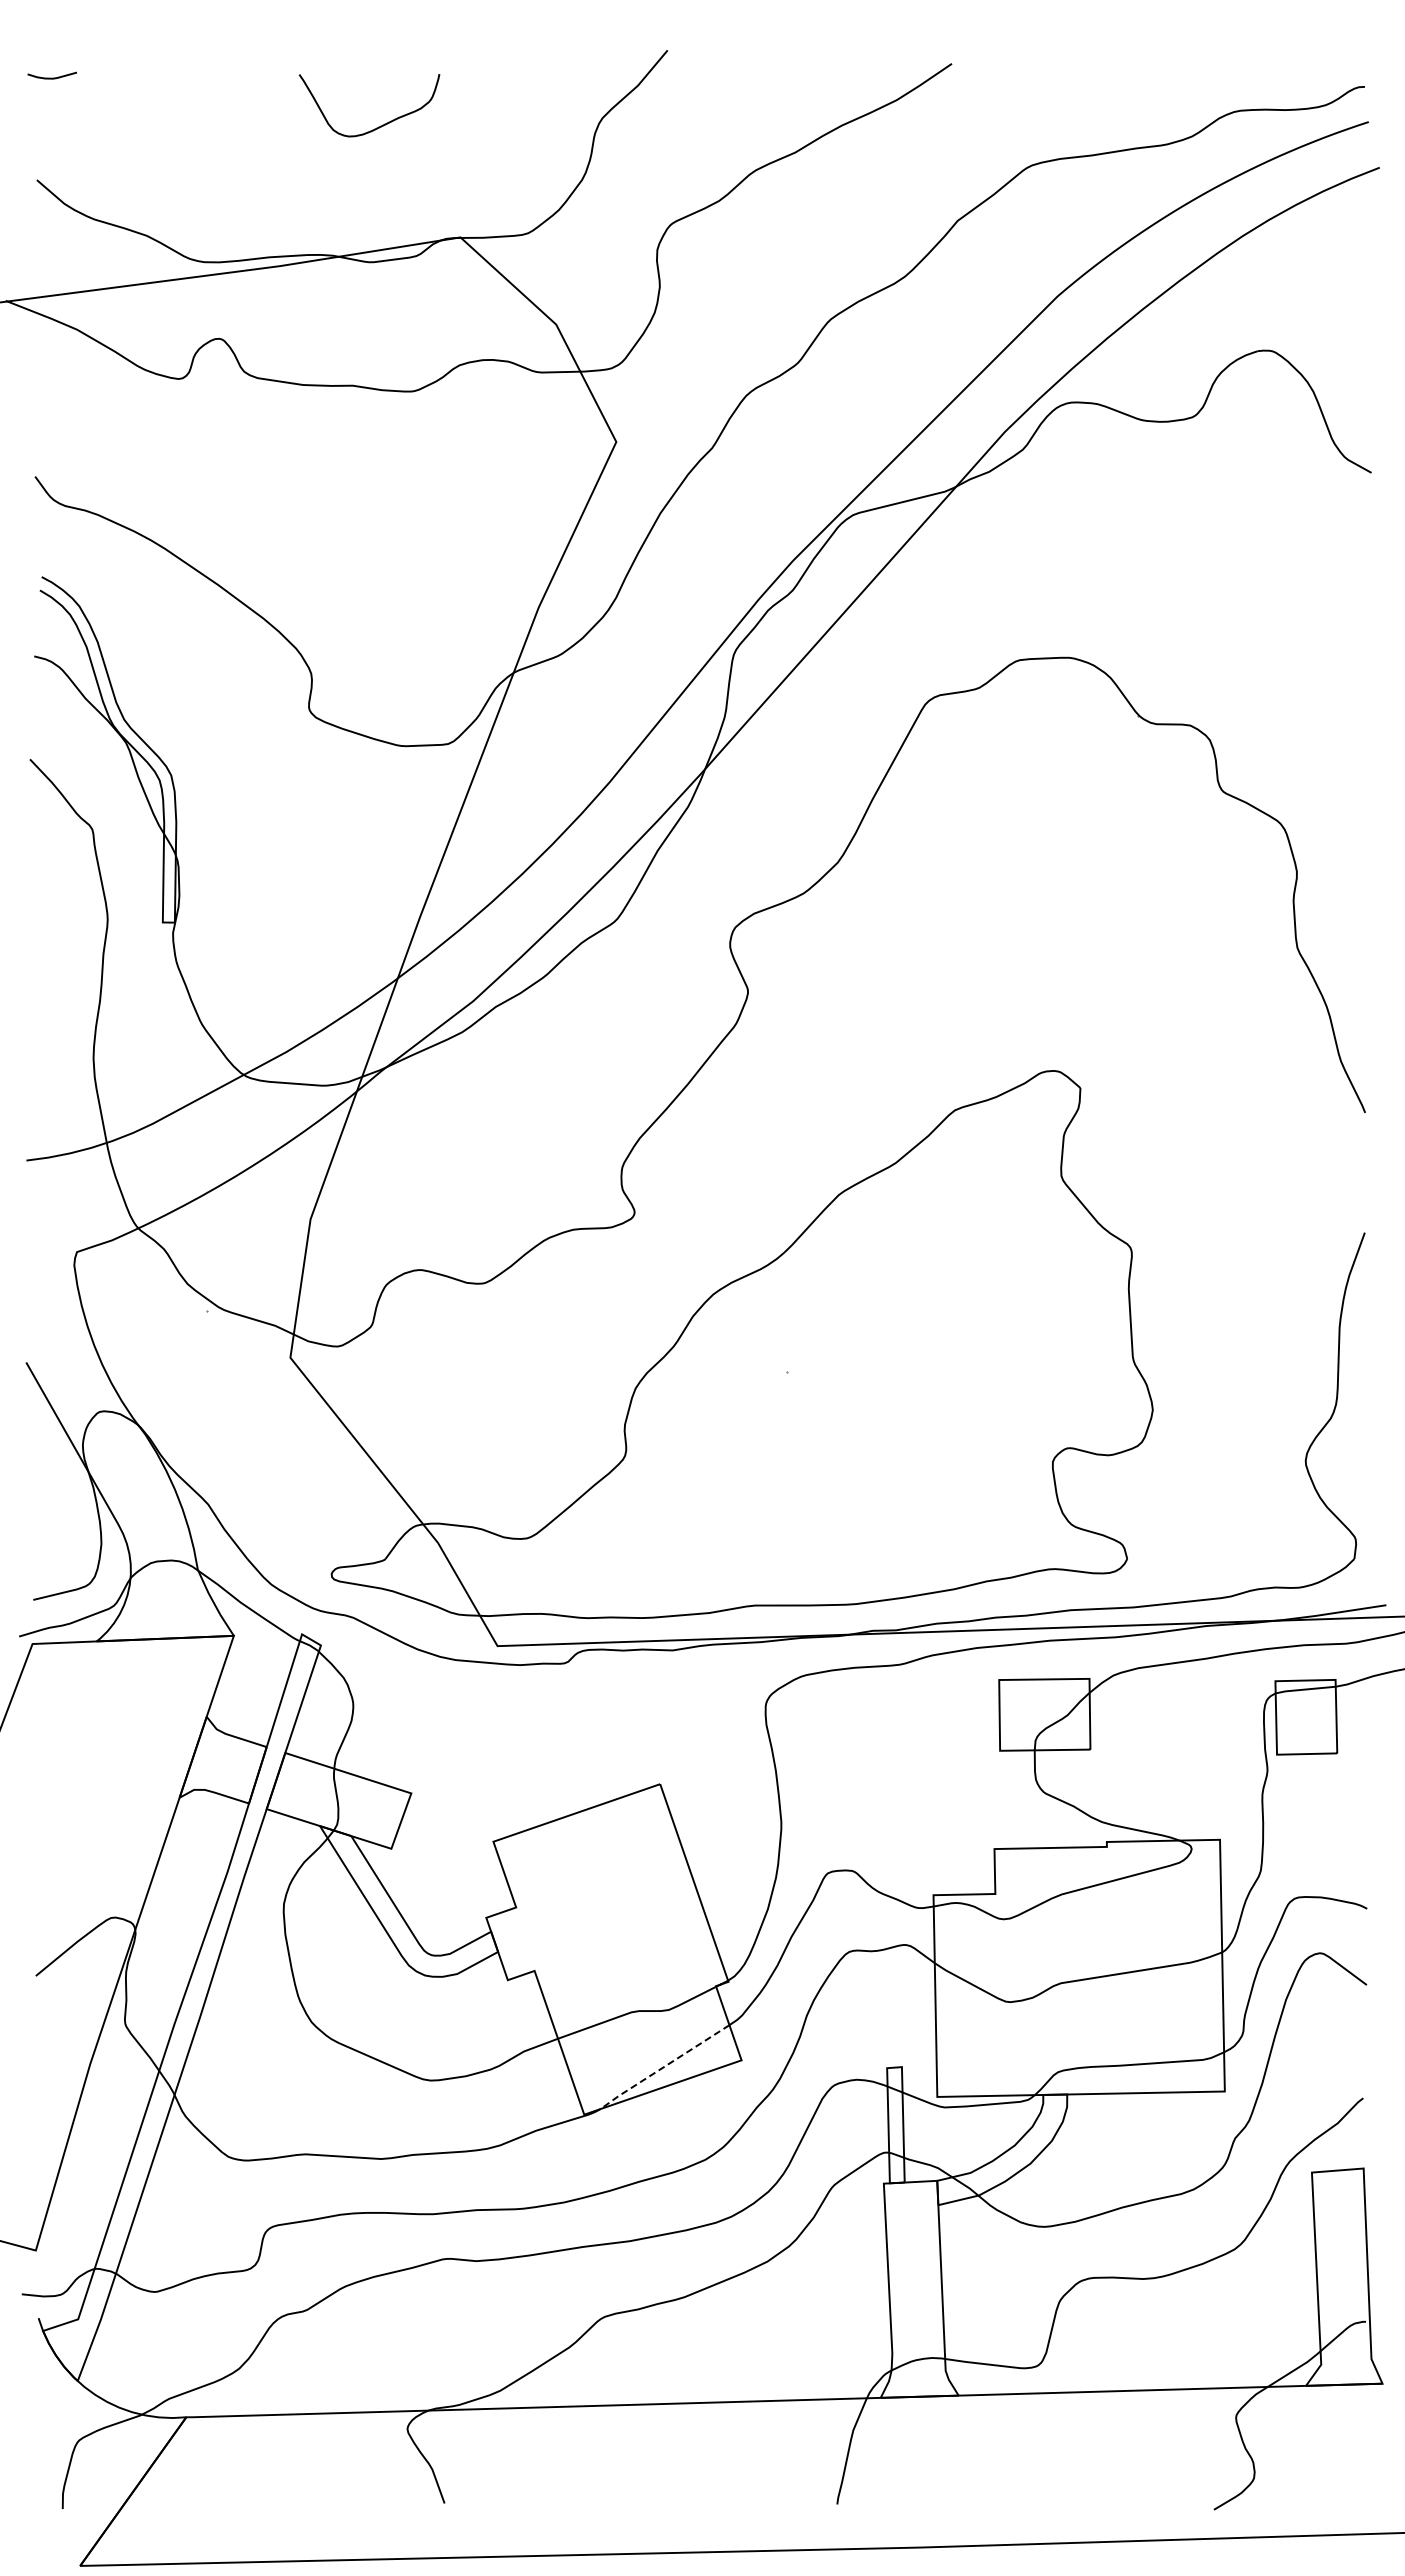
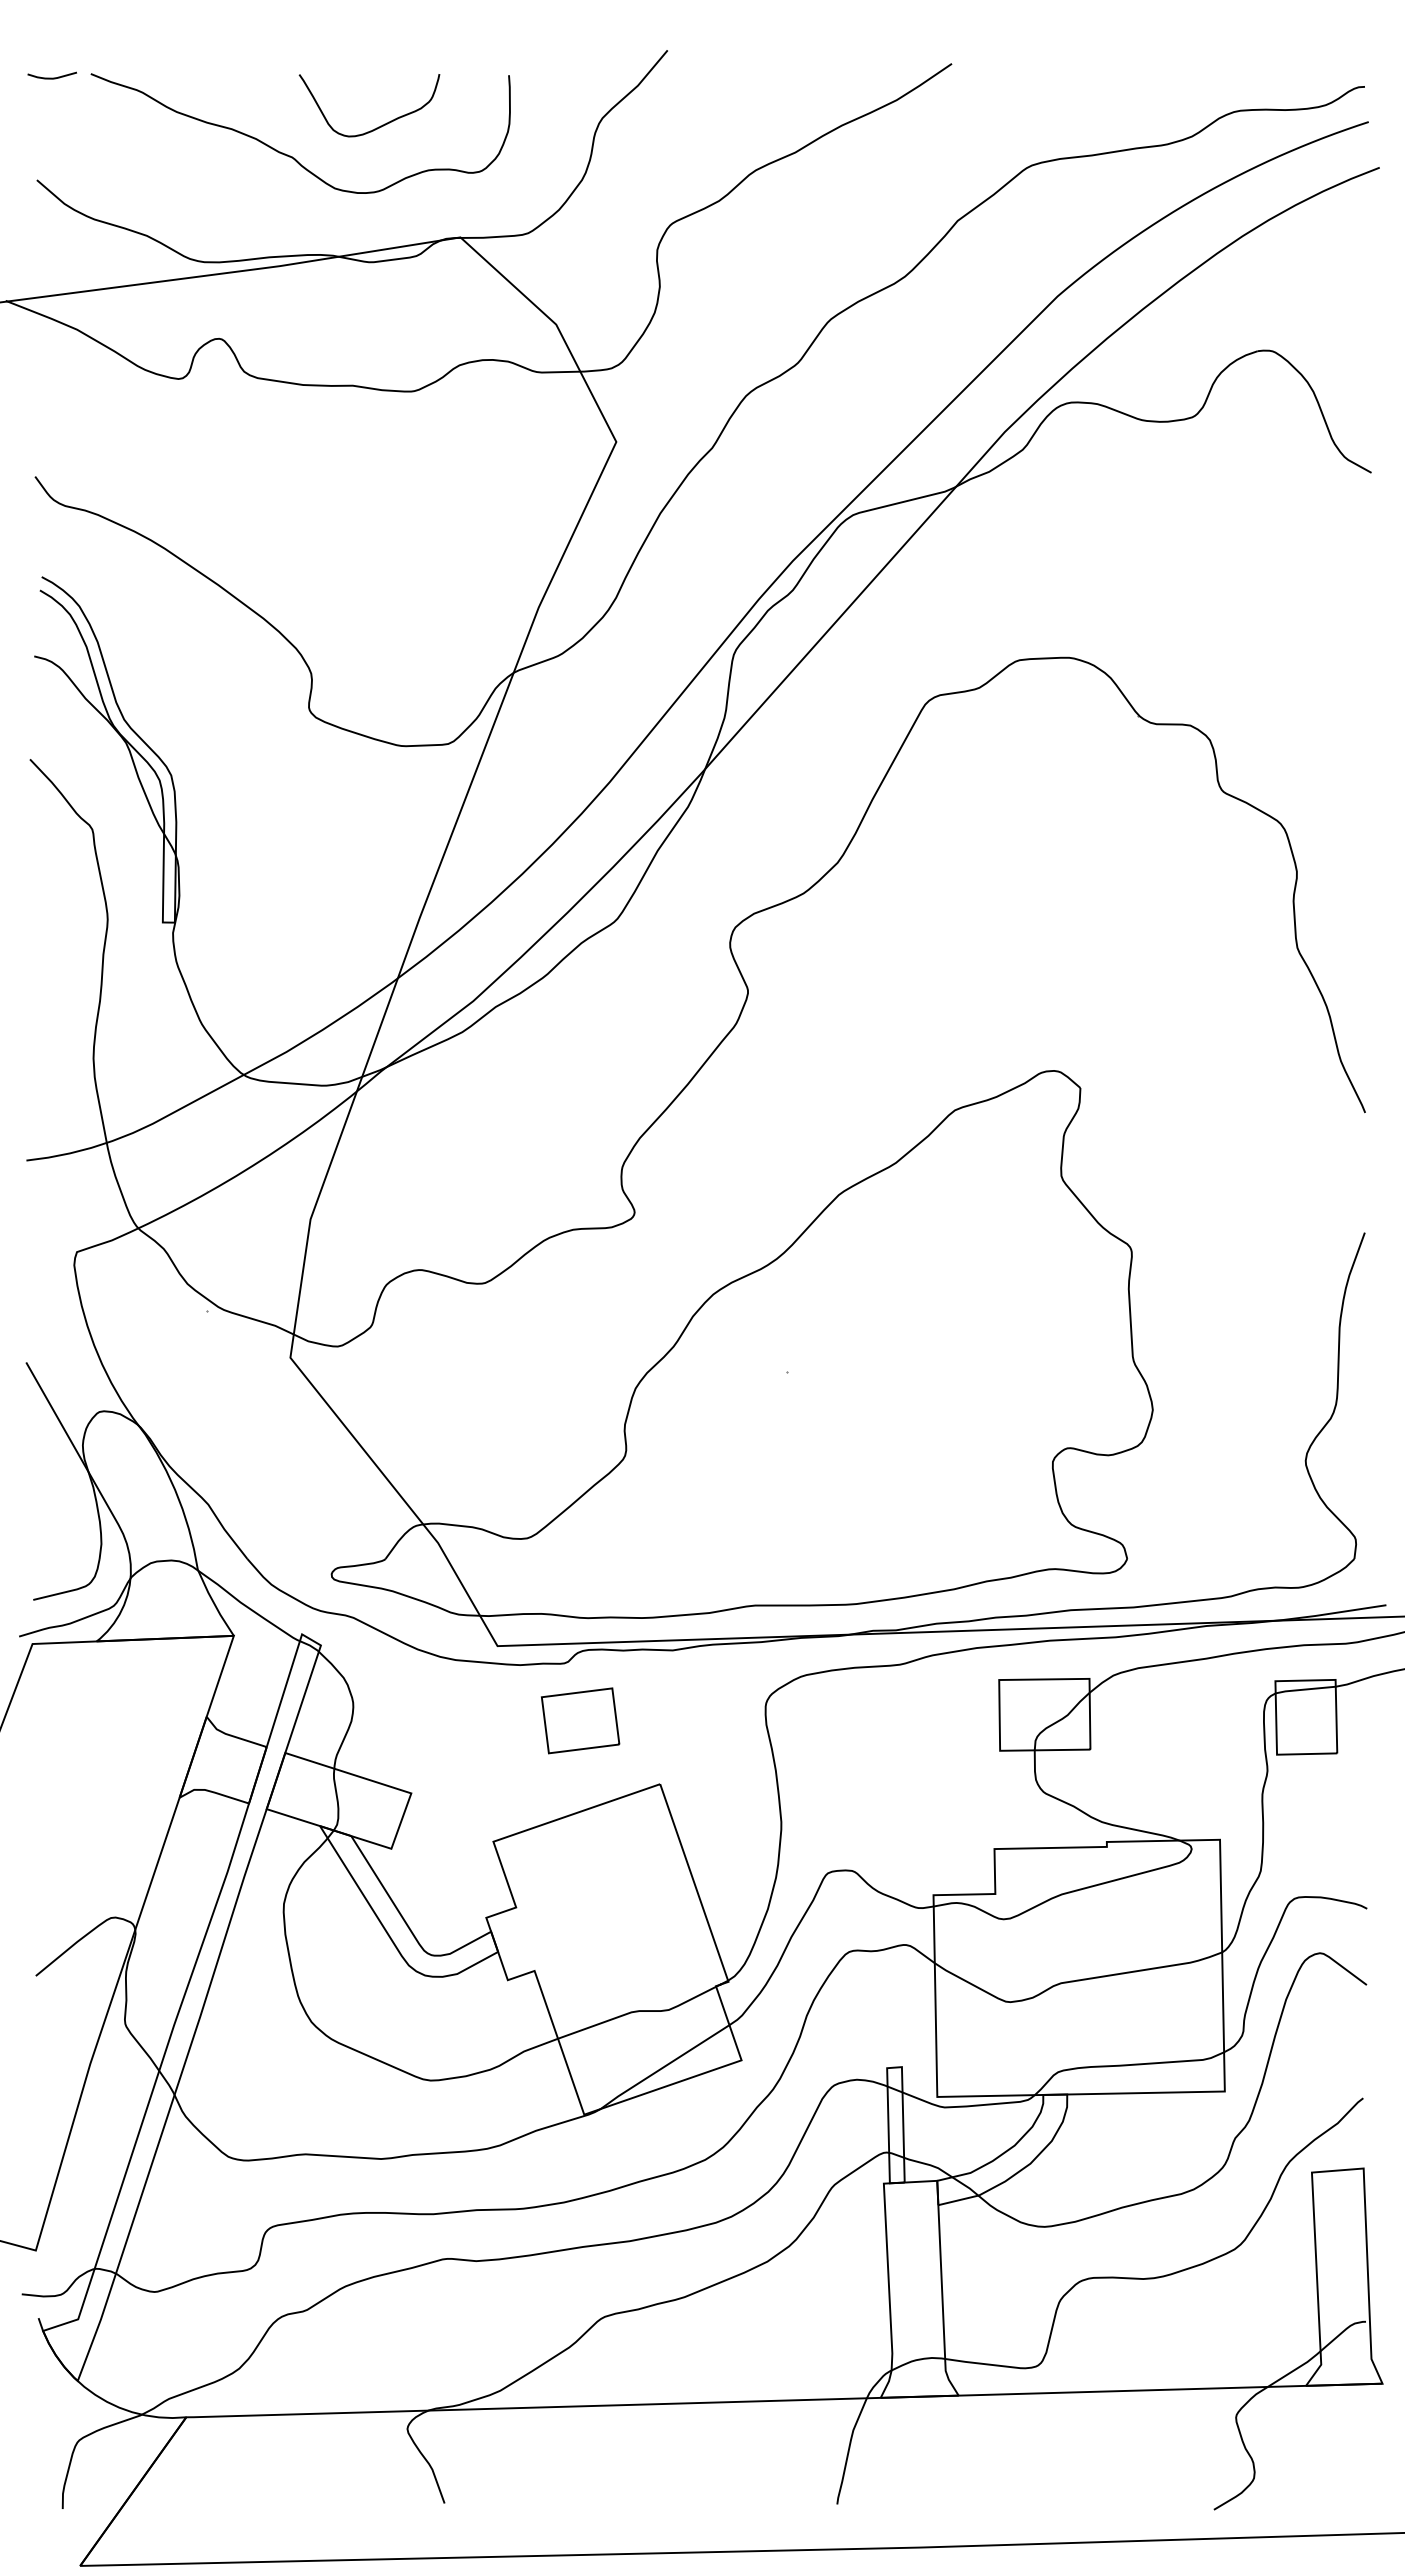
curve at (290, 155): none -> present
part at (580, 1720): none -> present
line at (664, 2066): dashed -> solid
